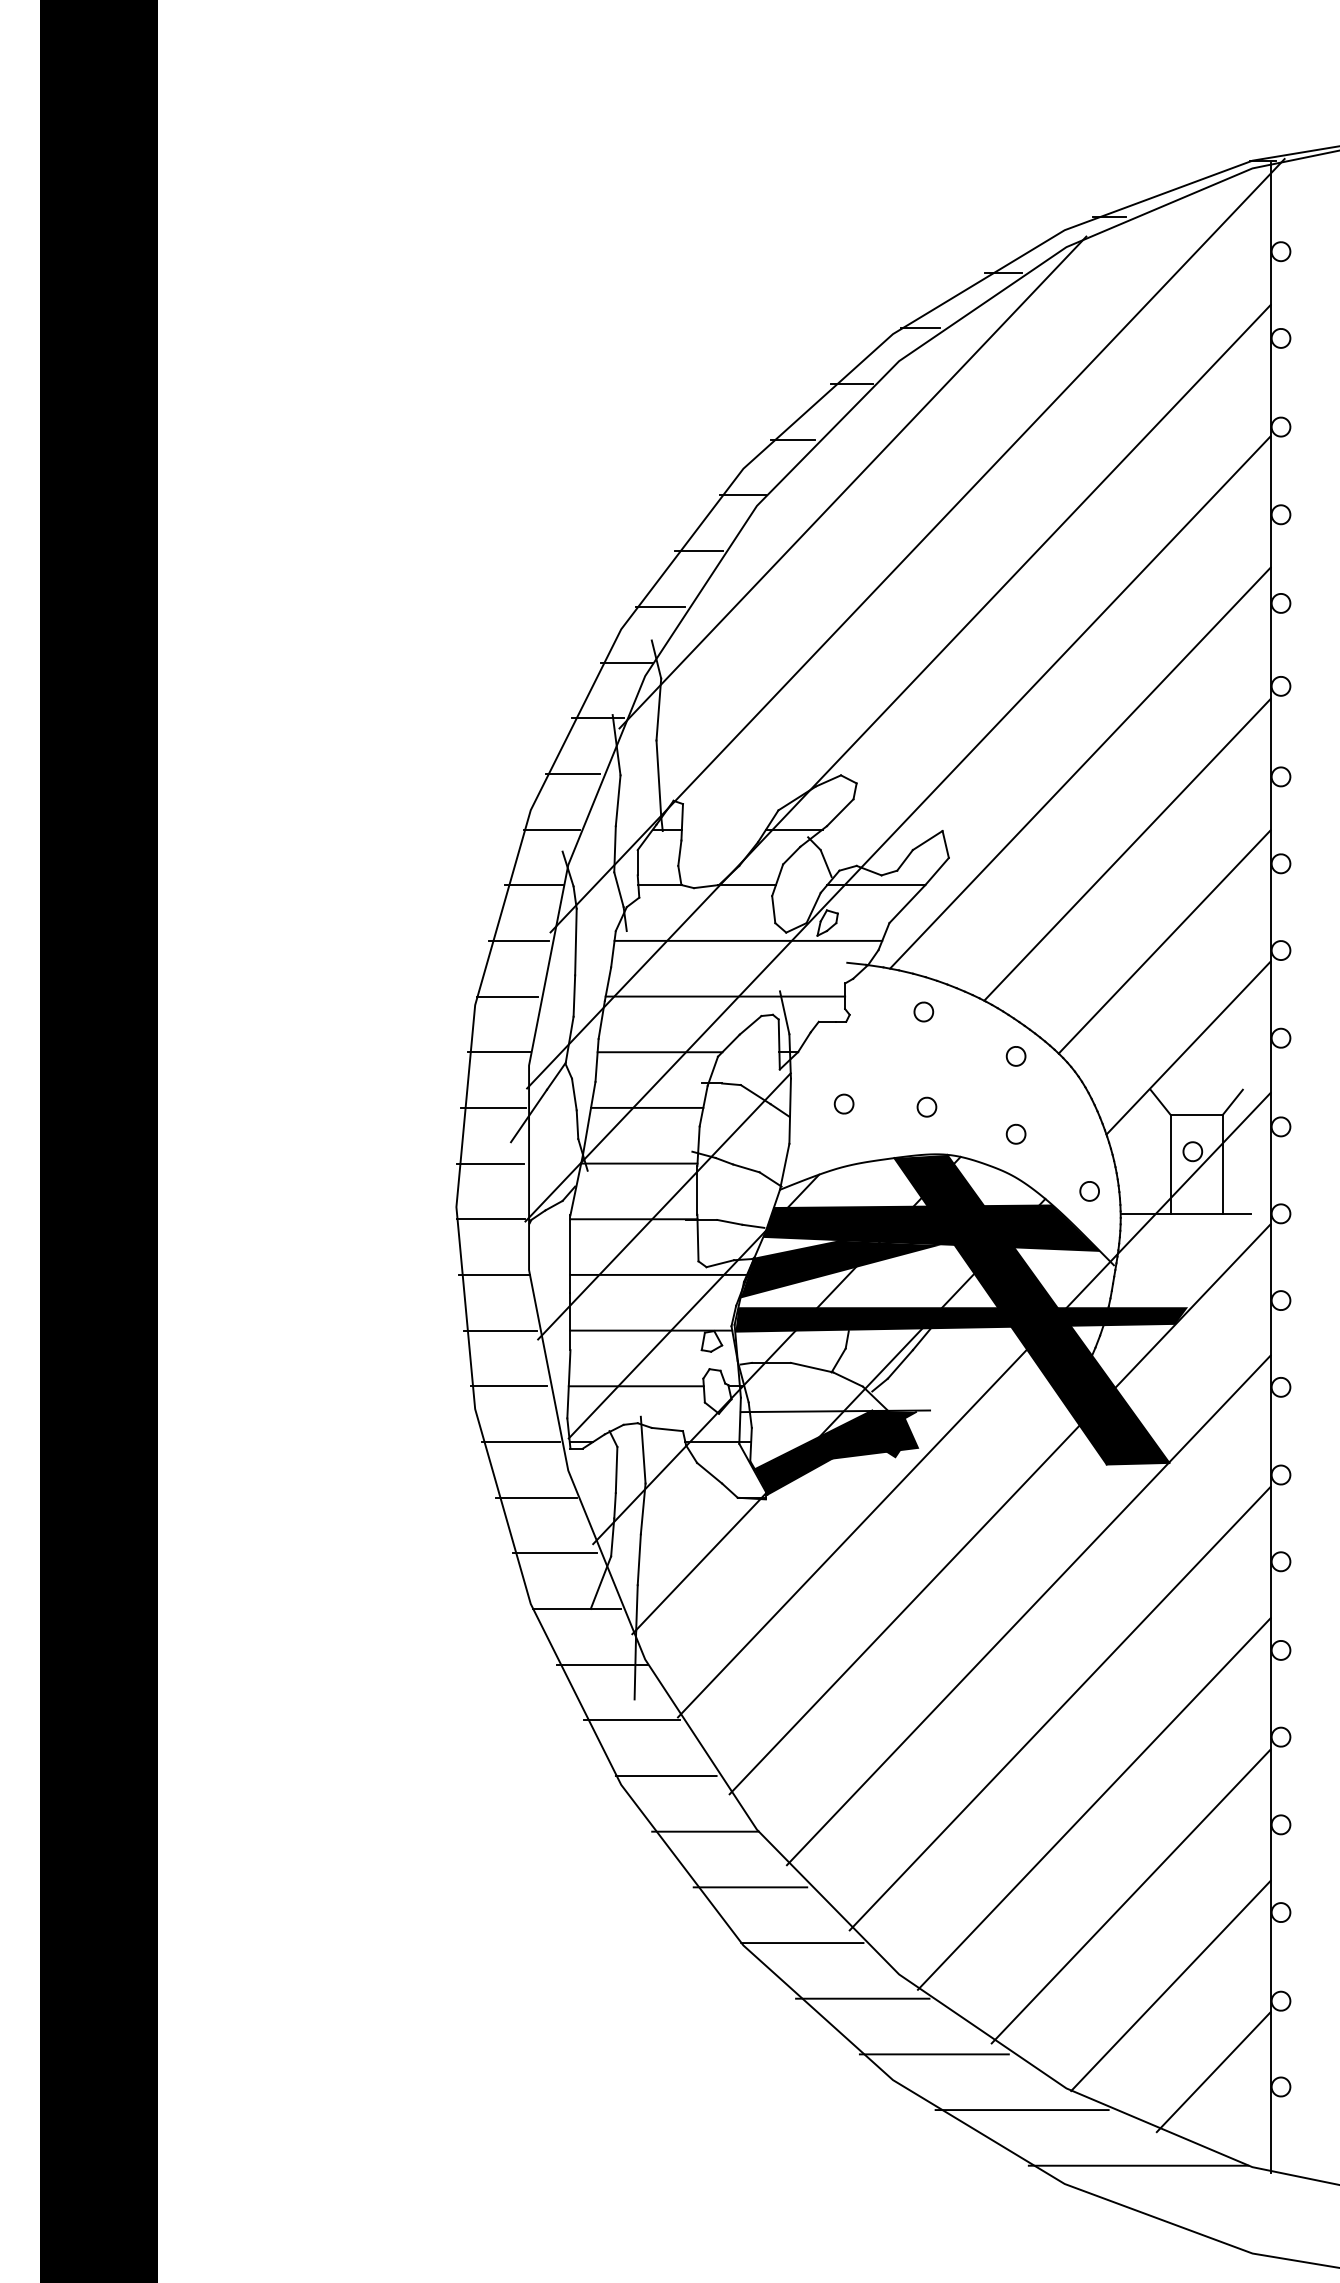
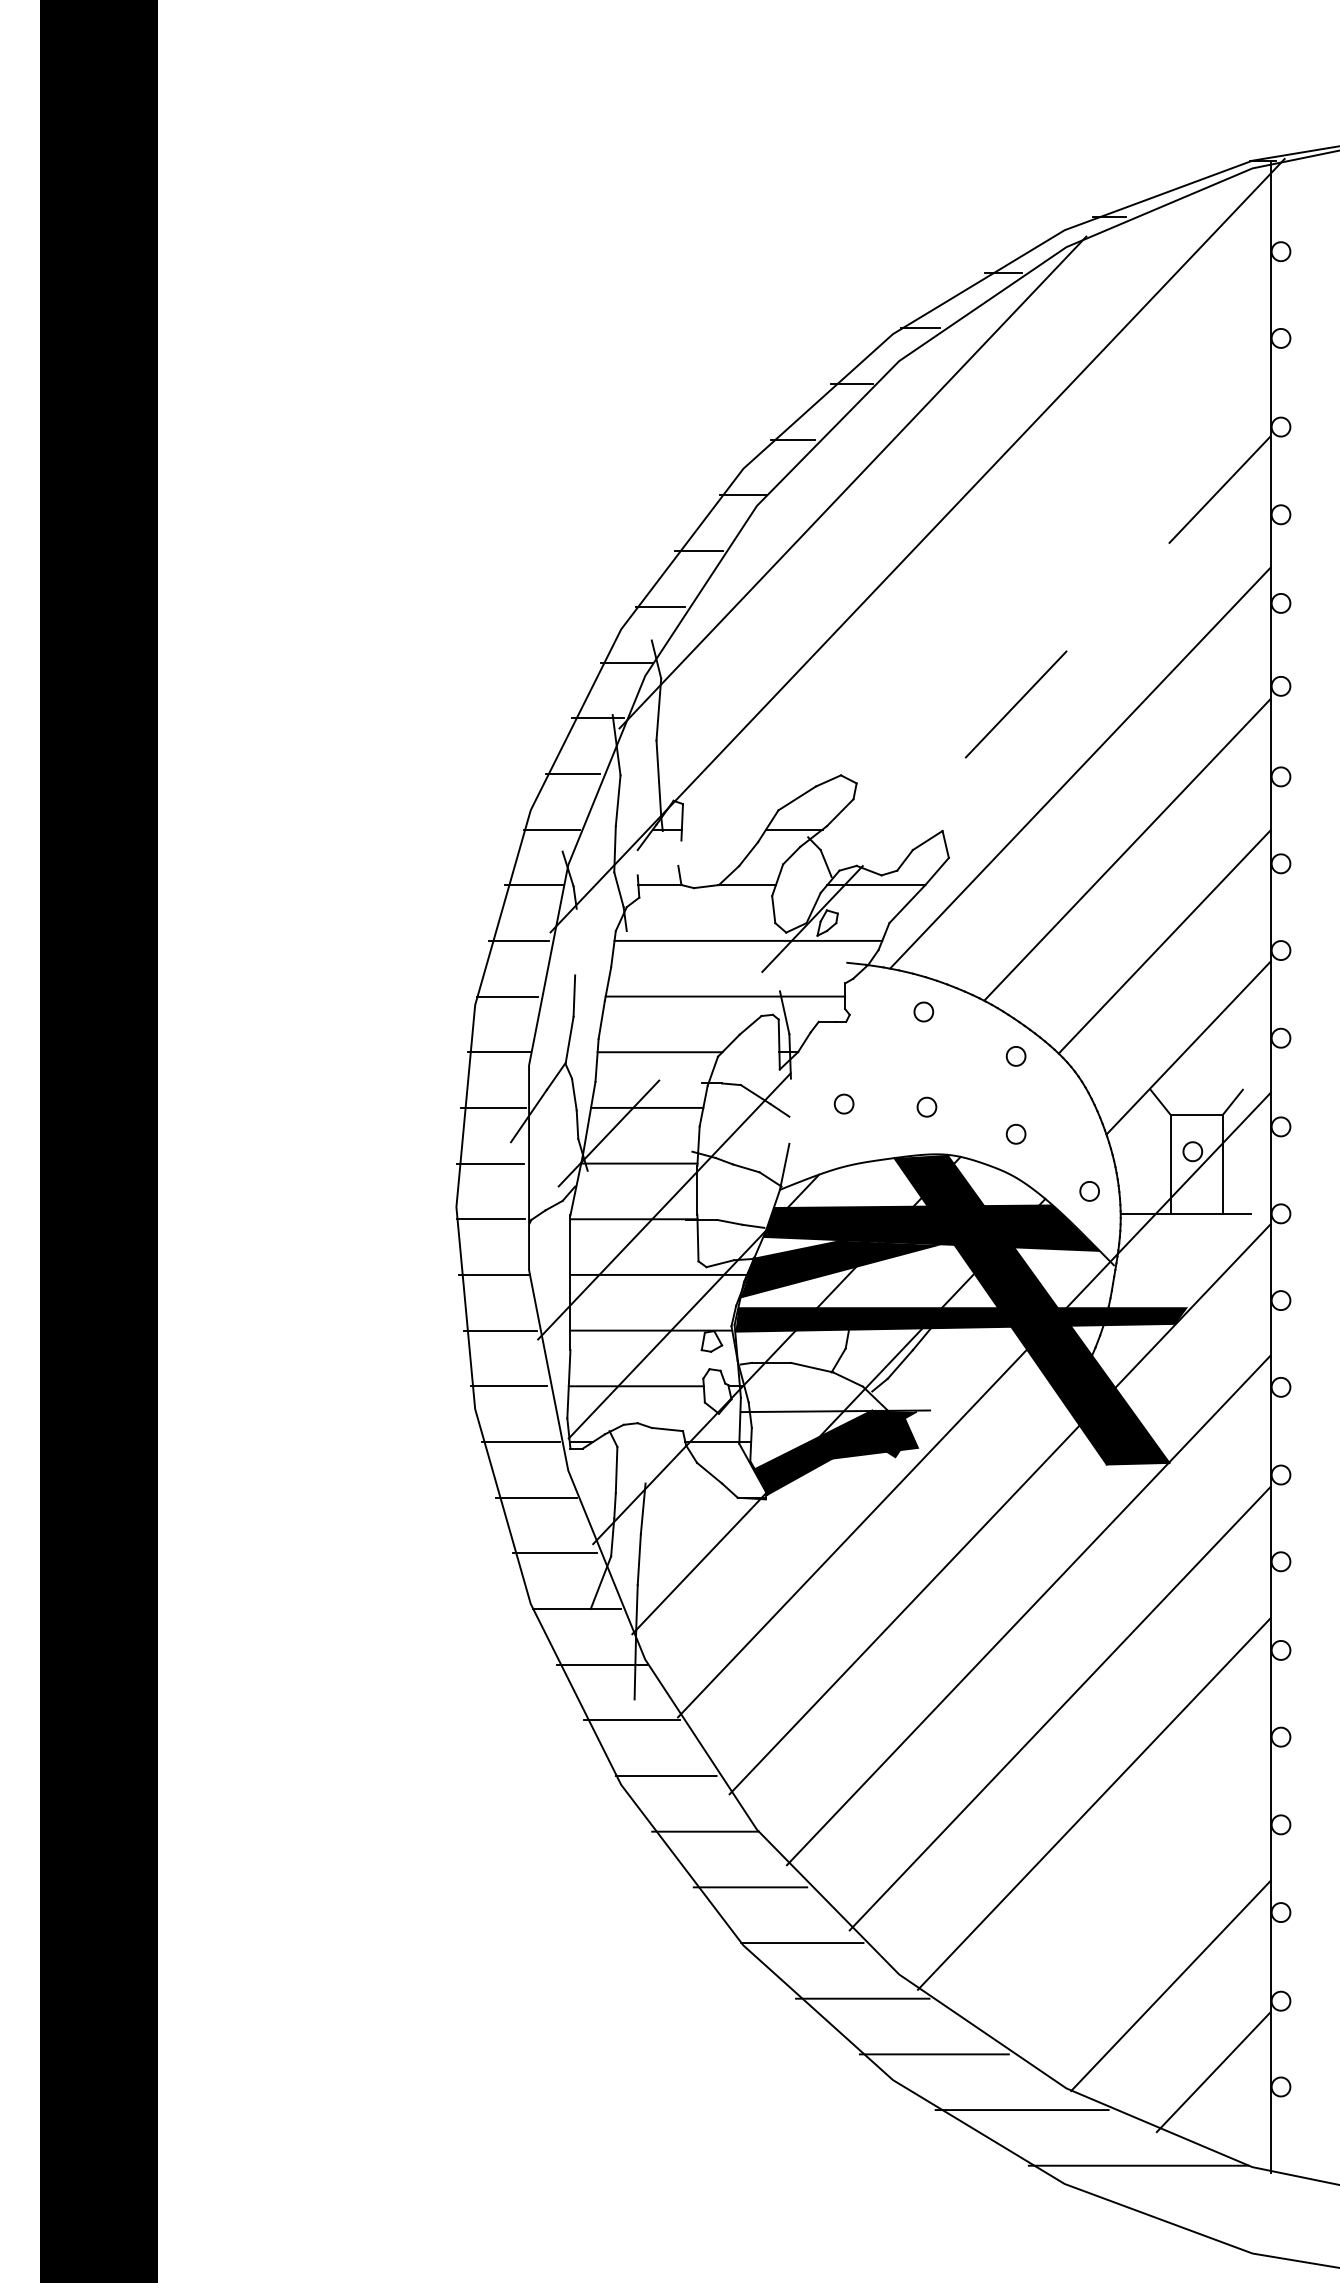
line at (898, 696): present -> none
line at (897, 829): solid -> dashed
line at (679, 852): present -> none
line at (637, 862): present -> none
line at (575, 941): present -> none
line at (789, 1110): present -> none
line at (642, 1449): present -> none
line at (1130, 1896): present -> none
